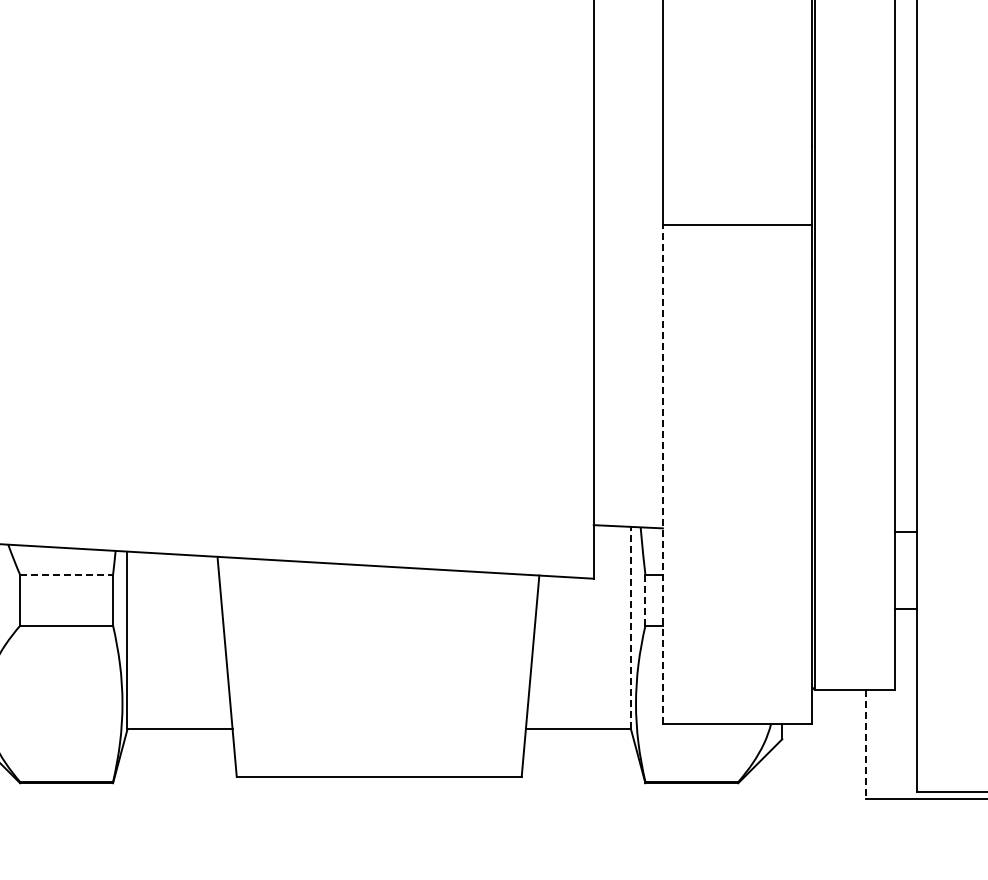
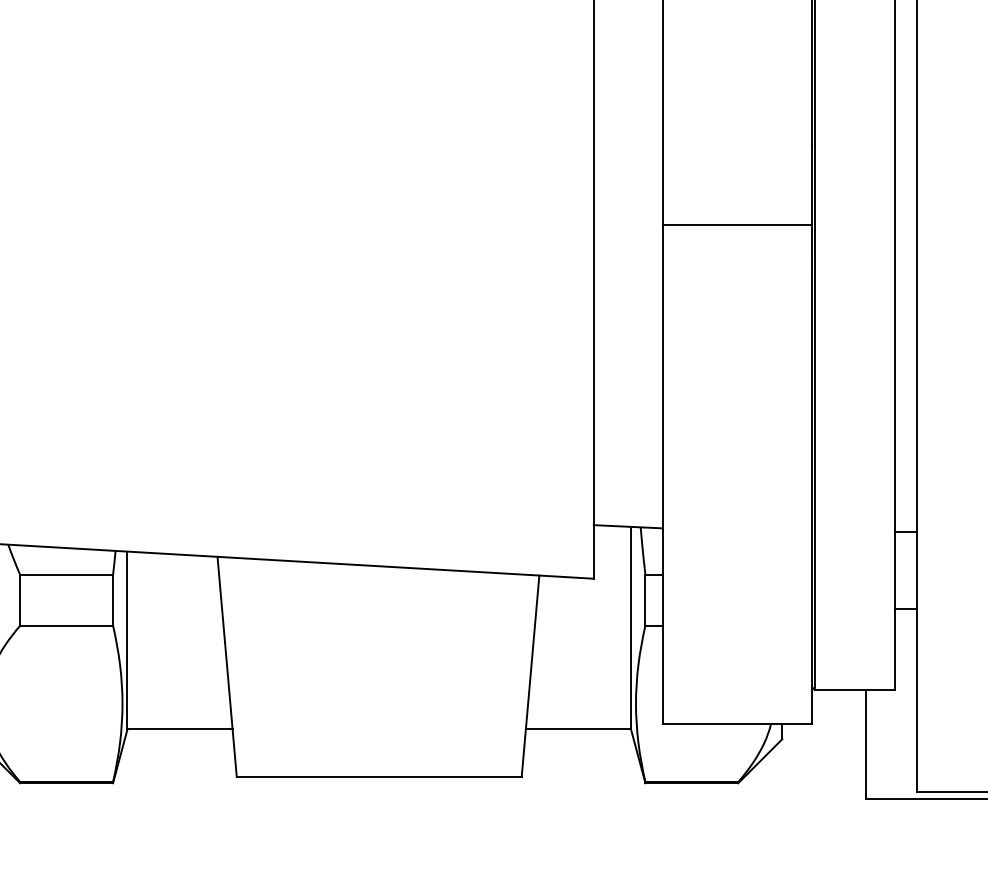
line at (662, 474): dashed -> solid
line at (67, 574): dashed -> solid
line at (645, 600): dashed -> solid
line at (631, 627): dashed -> solid
line at (865, 744): dashed -> solid
